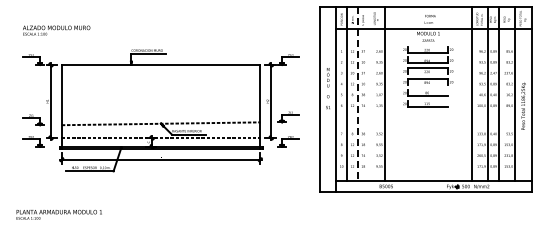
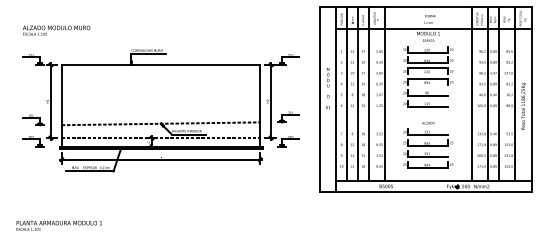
line at (357, 93): dashed -> solid
line at (368, 93): none -> present
part at (428, 145): none -> present
text at (58, 214) position: (58, 214) -> (58, 225)
